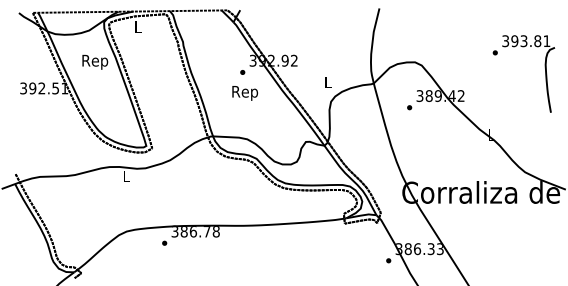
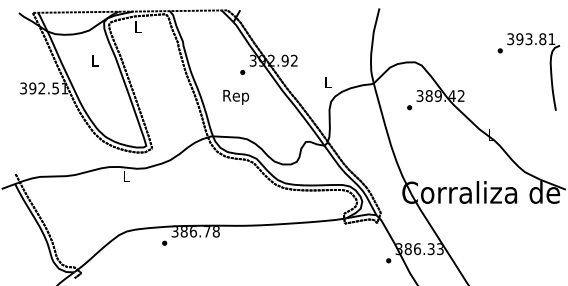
text at (95, 61): Rep -> L
part at (544, 67) position: (544, 67) -> (549, 65)
text at (245, 93) position: (245, 93) -> (236, 97)
